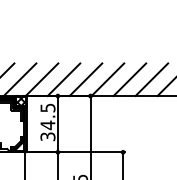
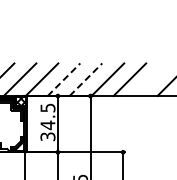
line at (64, 79): solid -> dashed
line at (86, 79): solid -> dashed
line at (151, 79): present -> none
